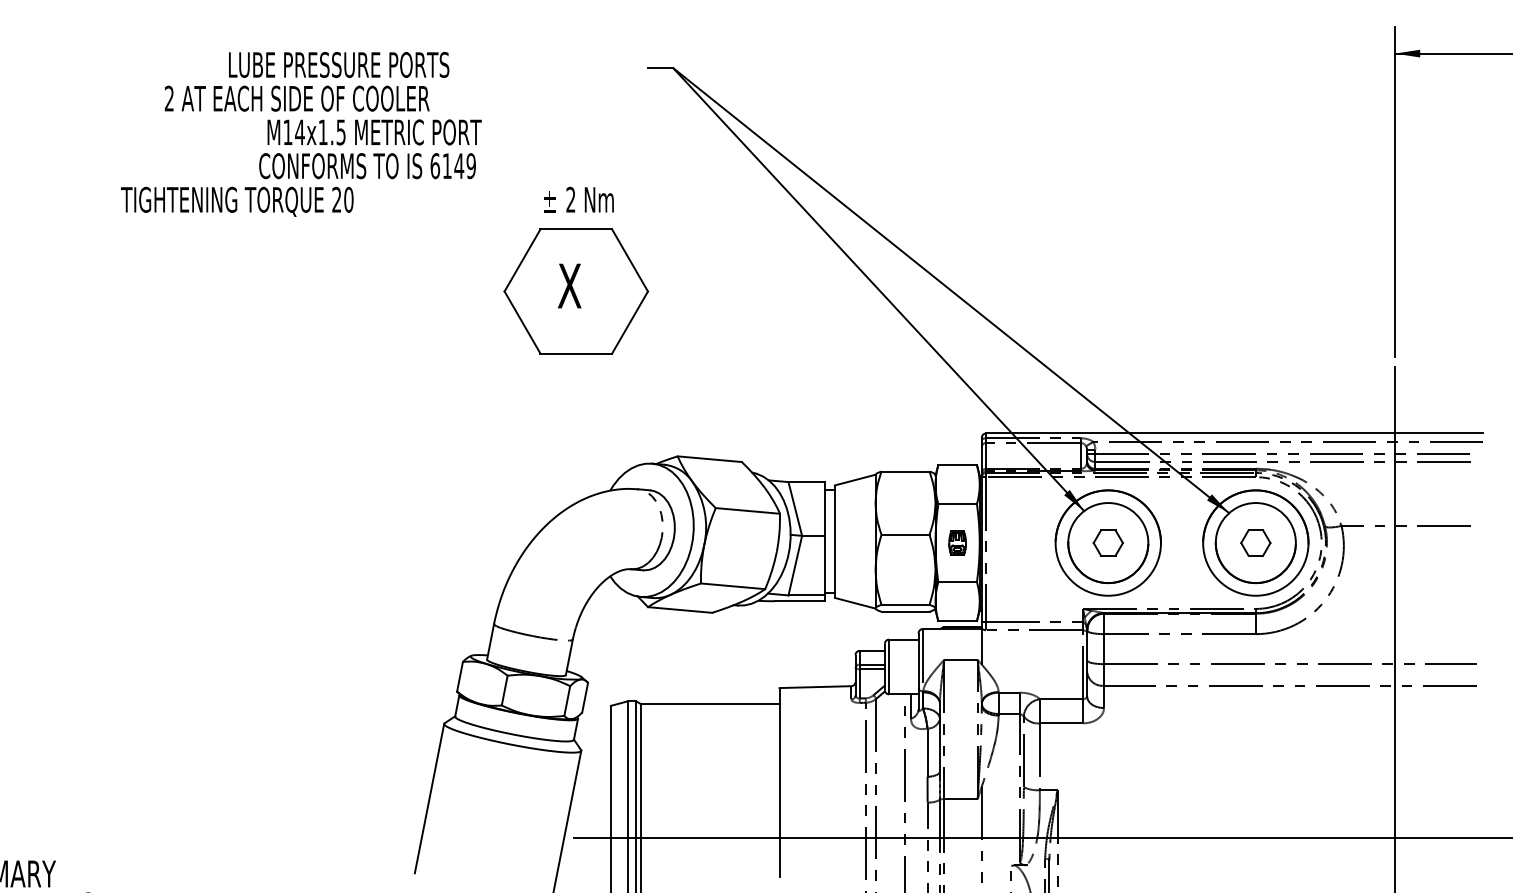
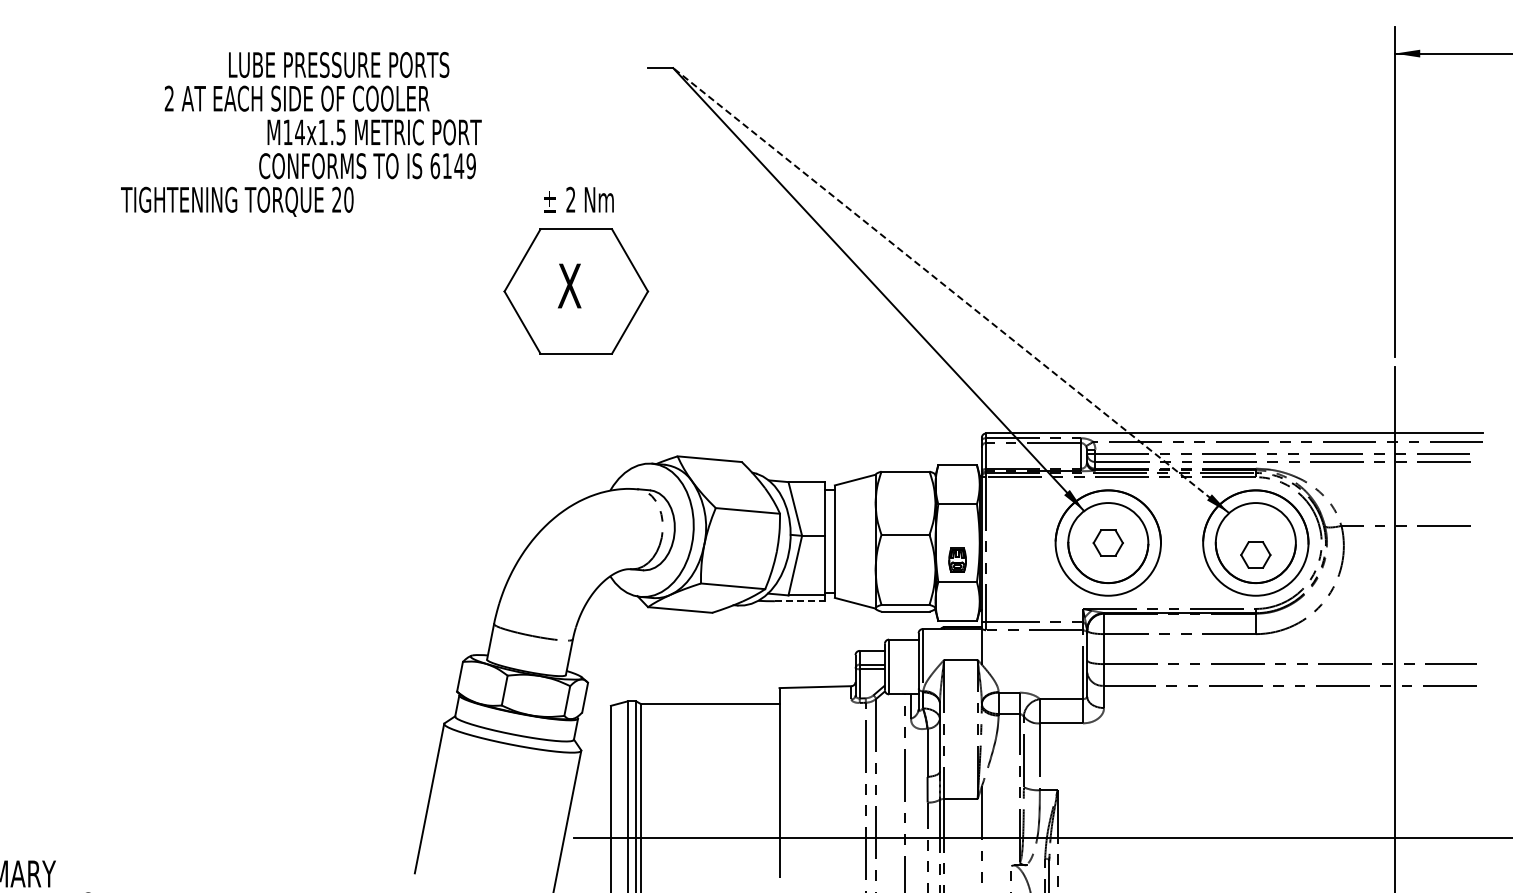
line at (950, 290): solid -> dashed
part at (957, 542) position: (957, 542) -> (957, 559)
part at (1255, 542) position: (1255, 542) -> (1255, 554)
line at (800, 601): solid -> dashed
